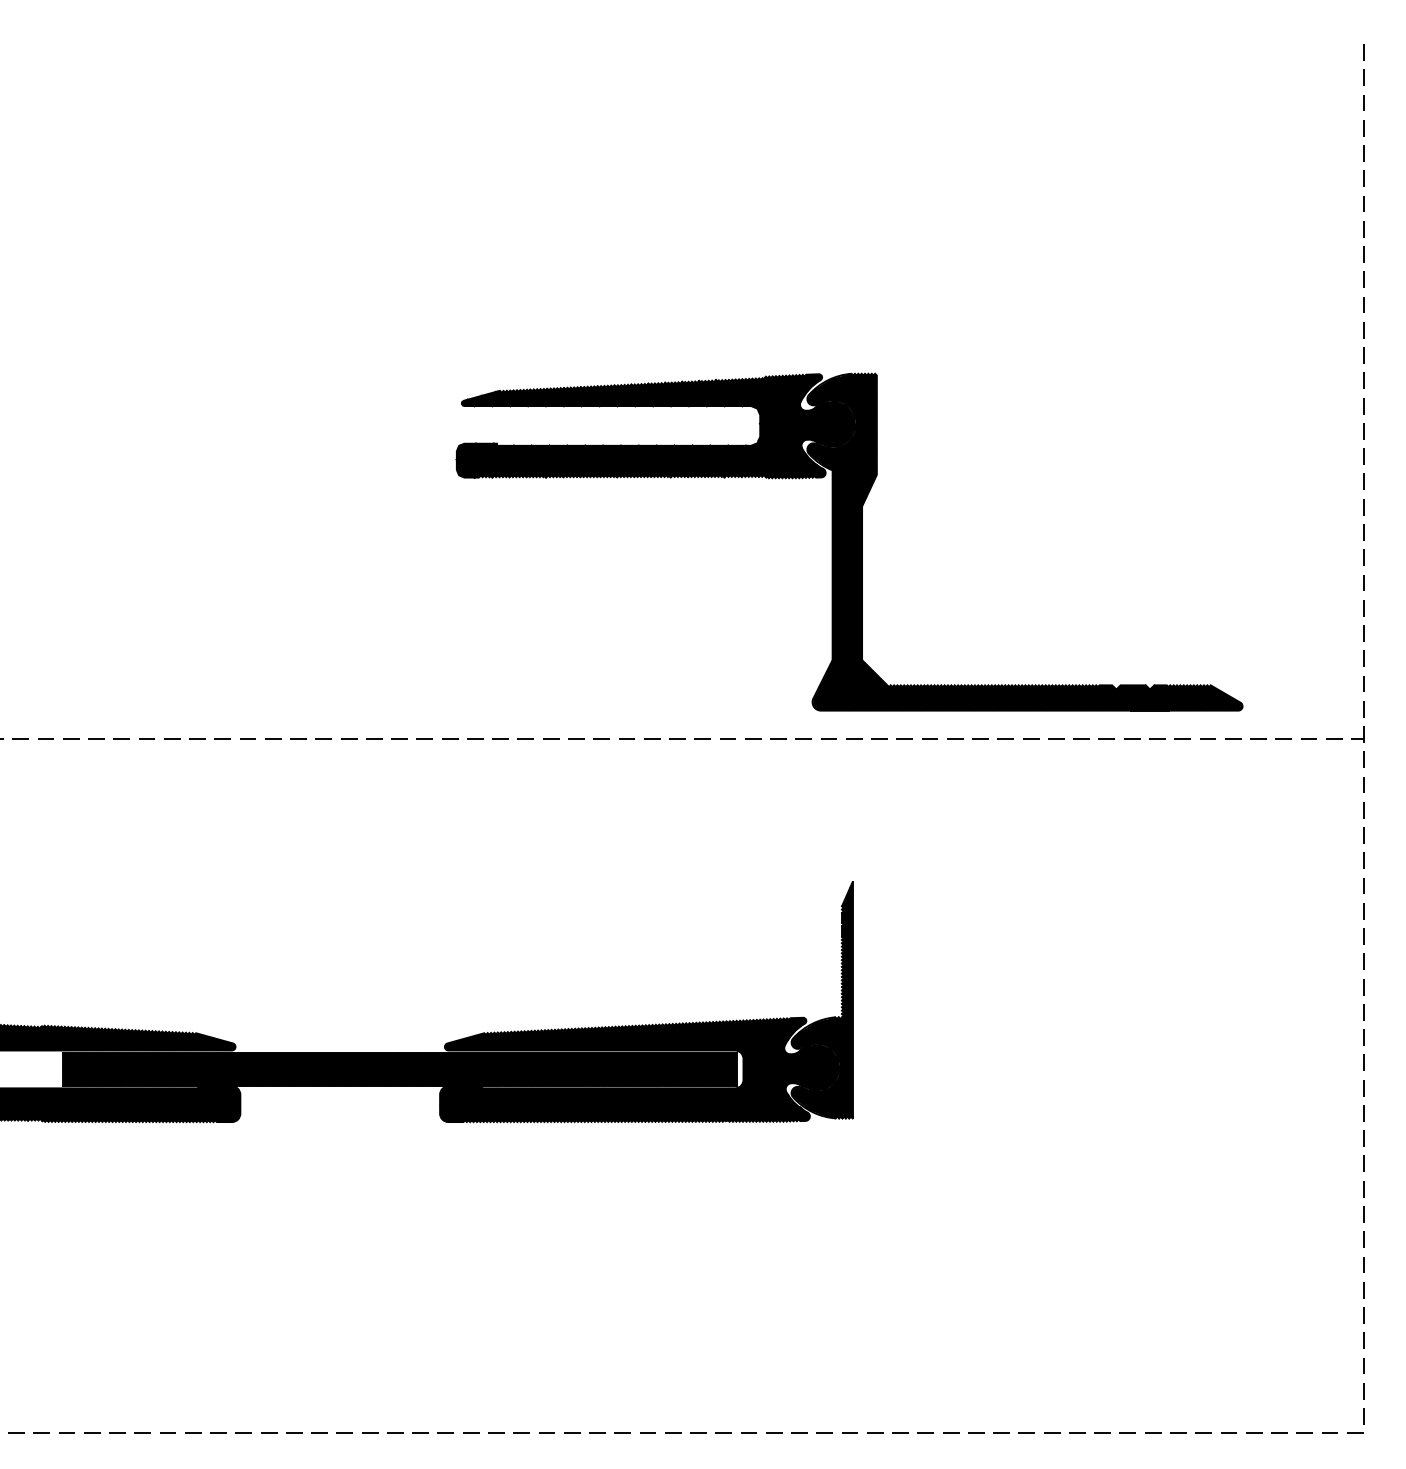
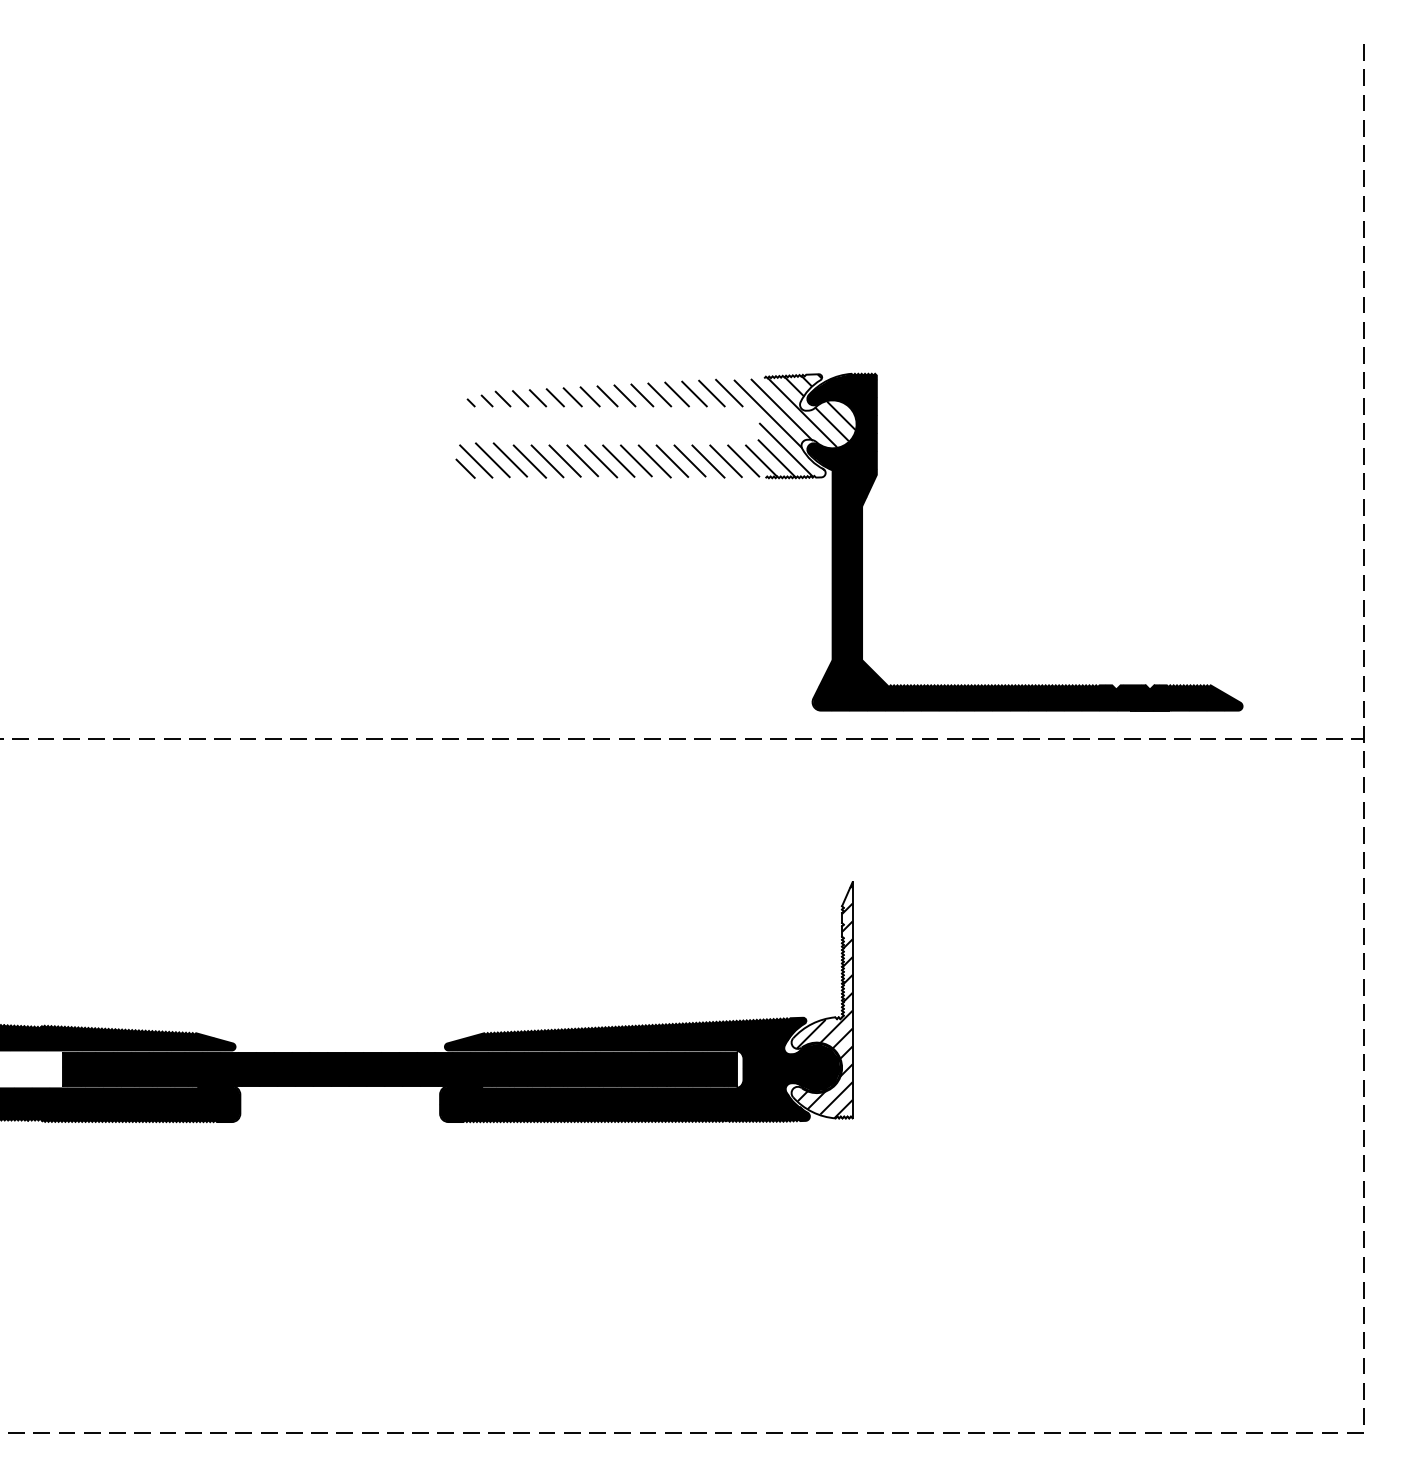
fill at (655, 426): present -> none
fill at (821, 1000): present -> none
